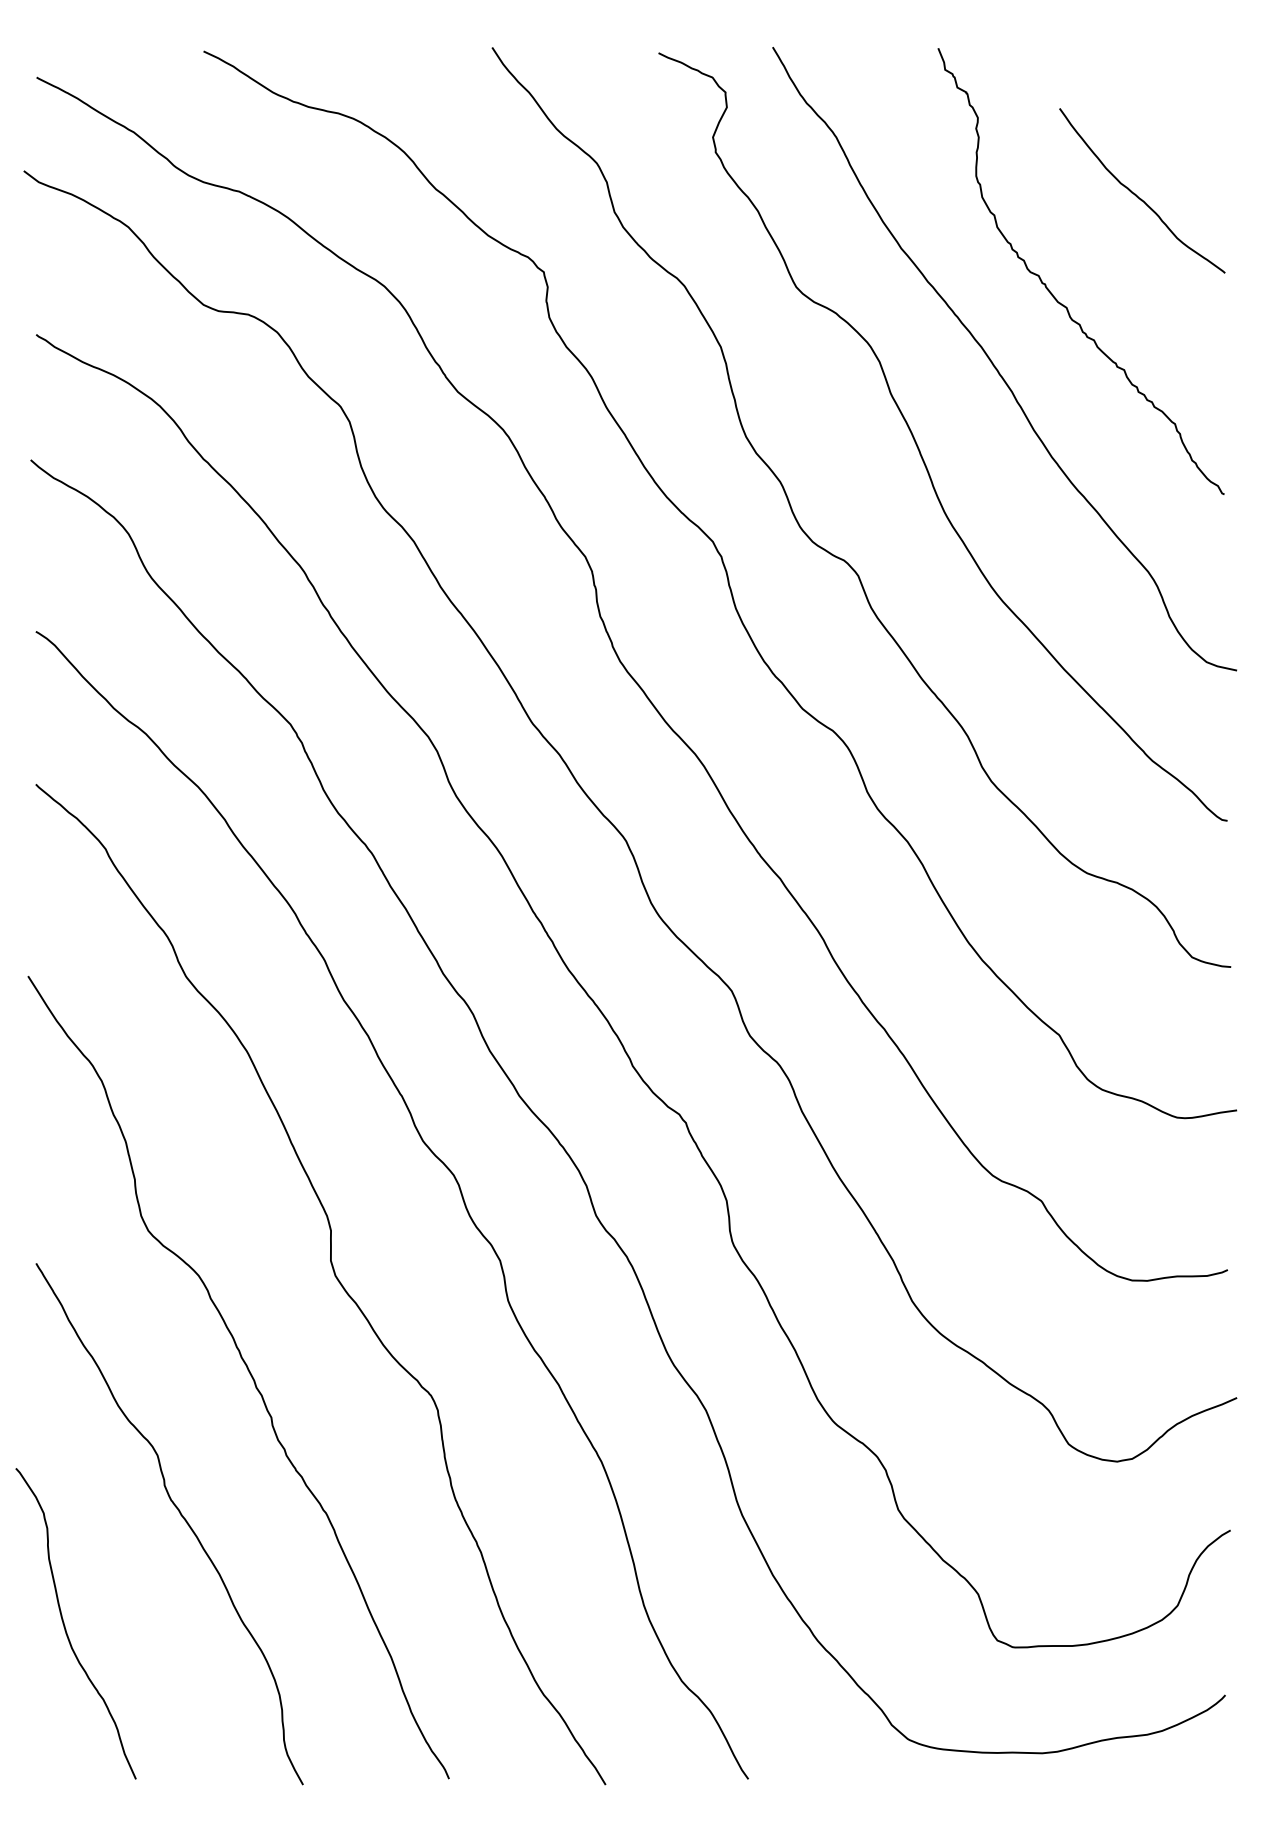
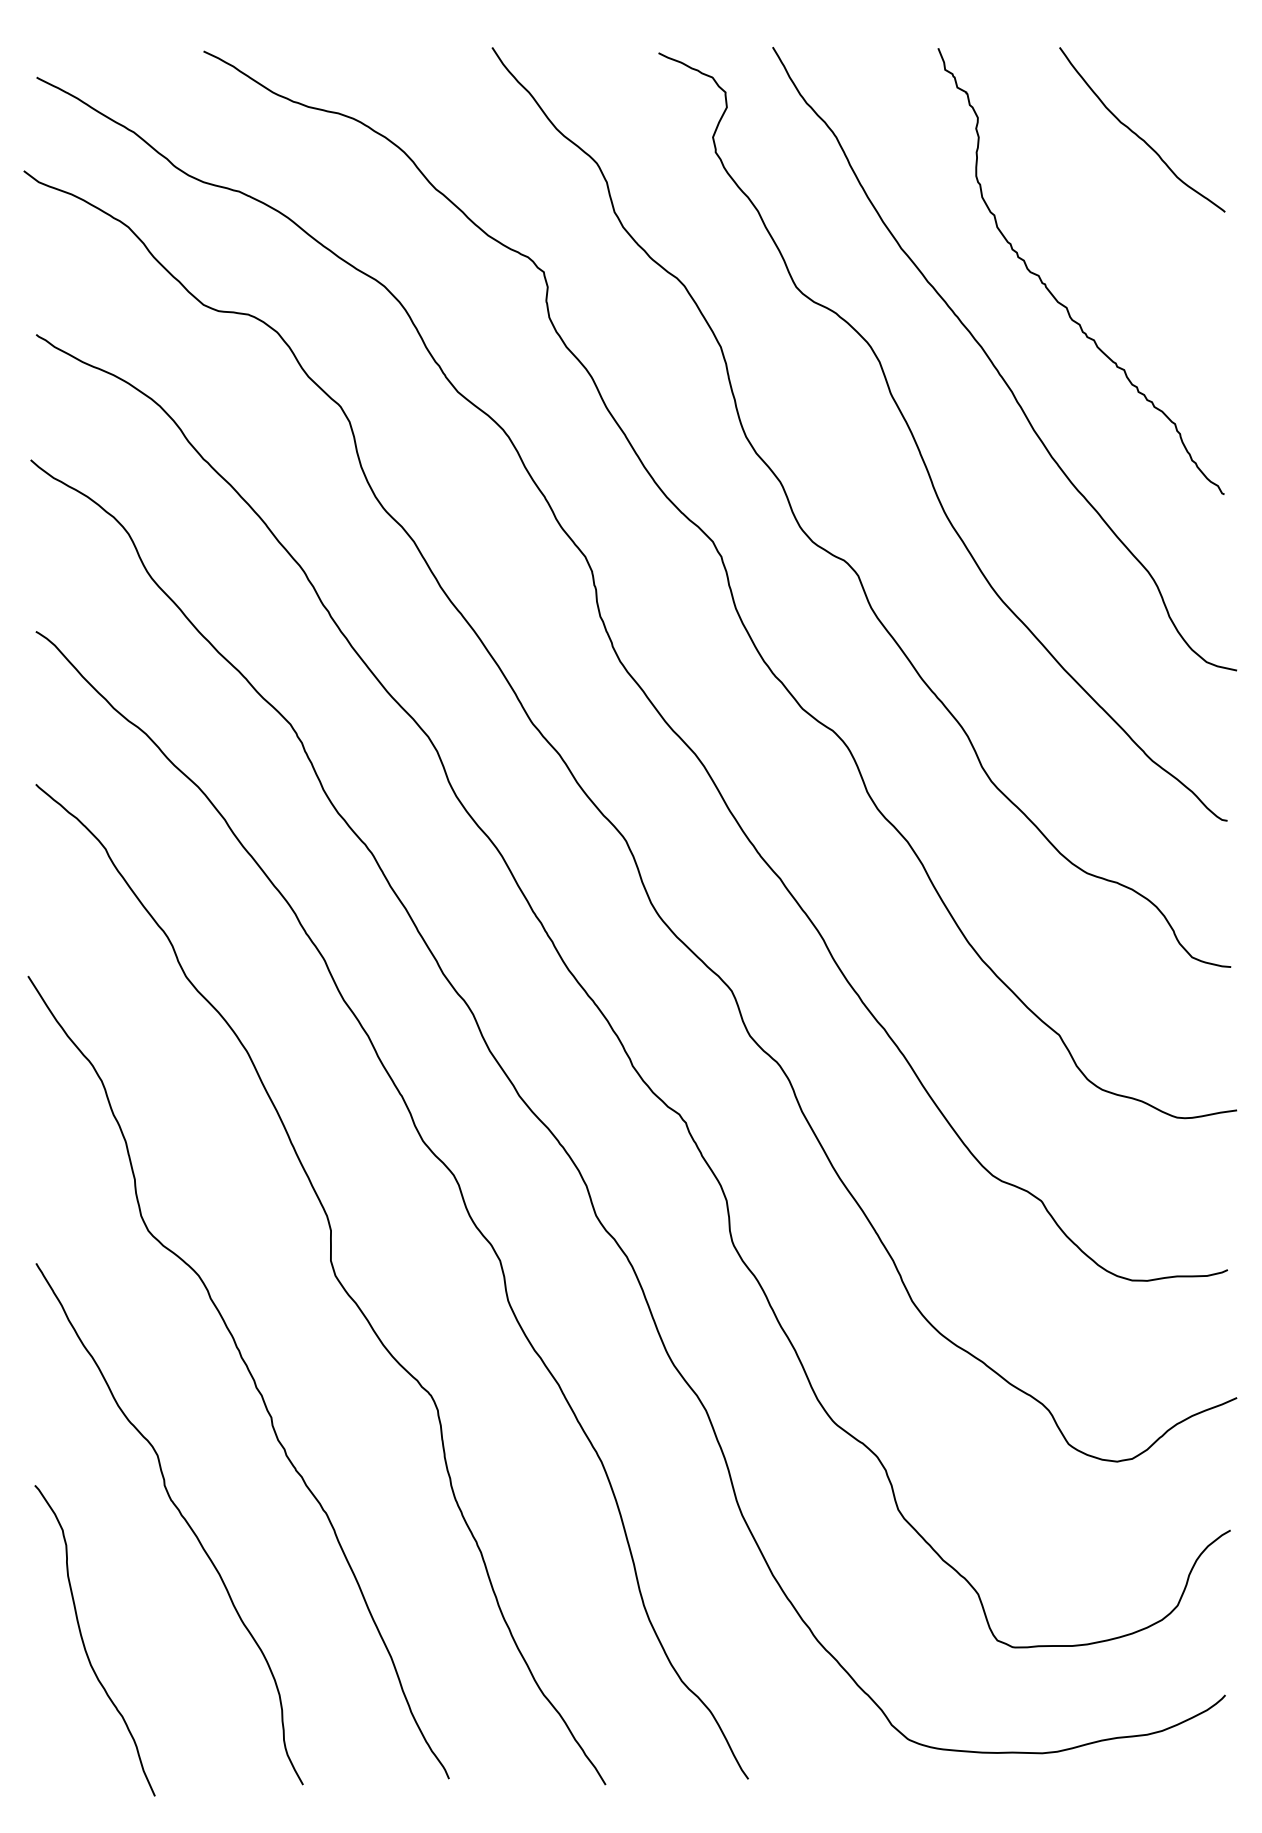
curve at (1137, 195) position: (1137, 195) -> (1137, 134)
curve at (65, 1625) position: (65, 1625) -> (84, 1642)
